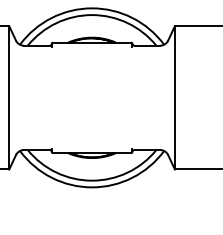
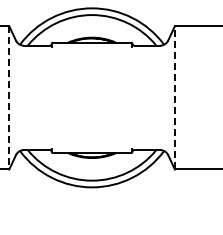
line at (9, 97): solid -> dashed
line at (174, 97): solid -> dashed
